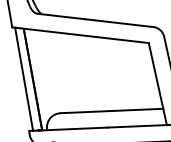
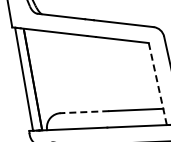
line at (157, 84): solid -> dashed
line at (86, 112): solid -> dashed
